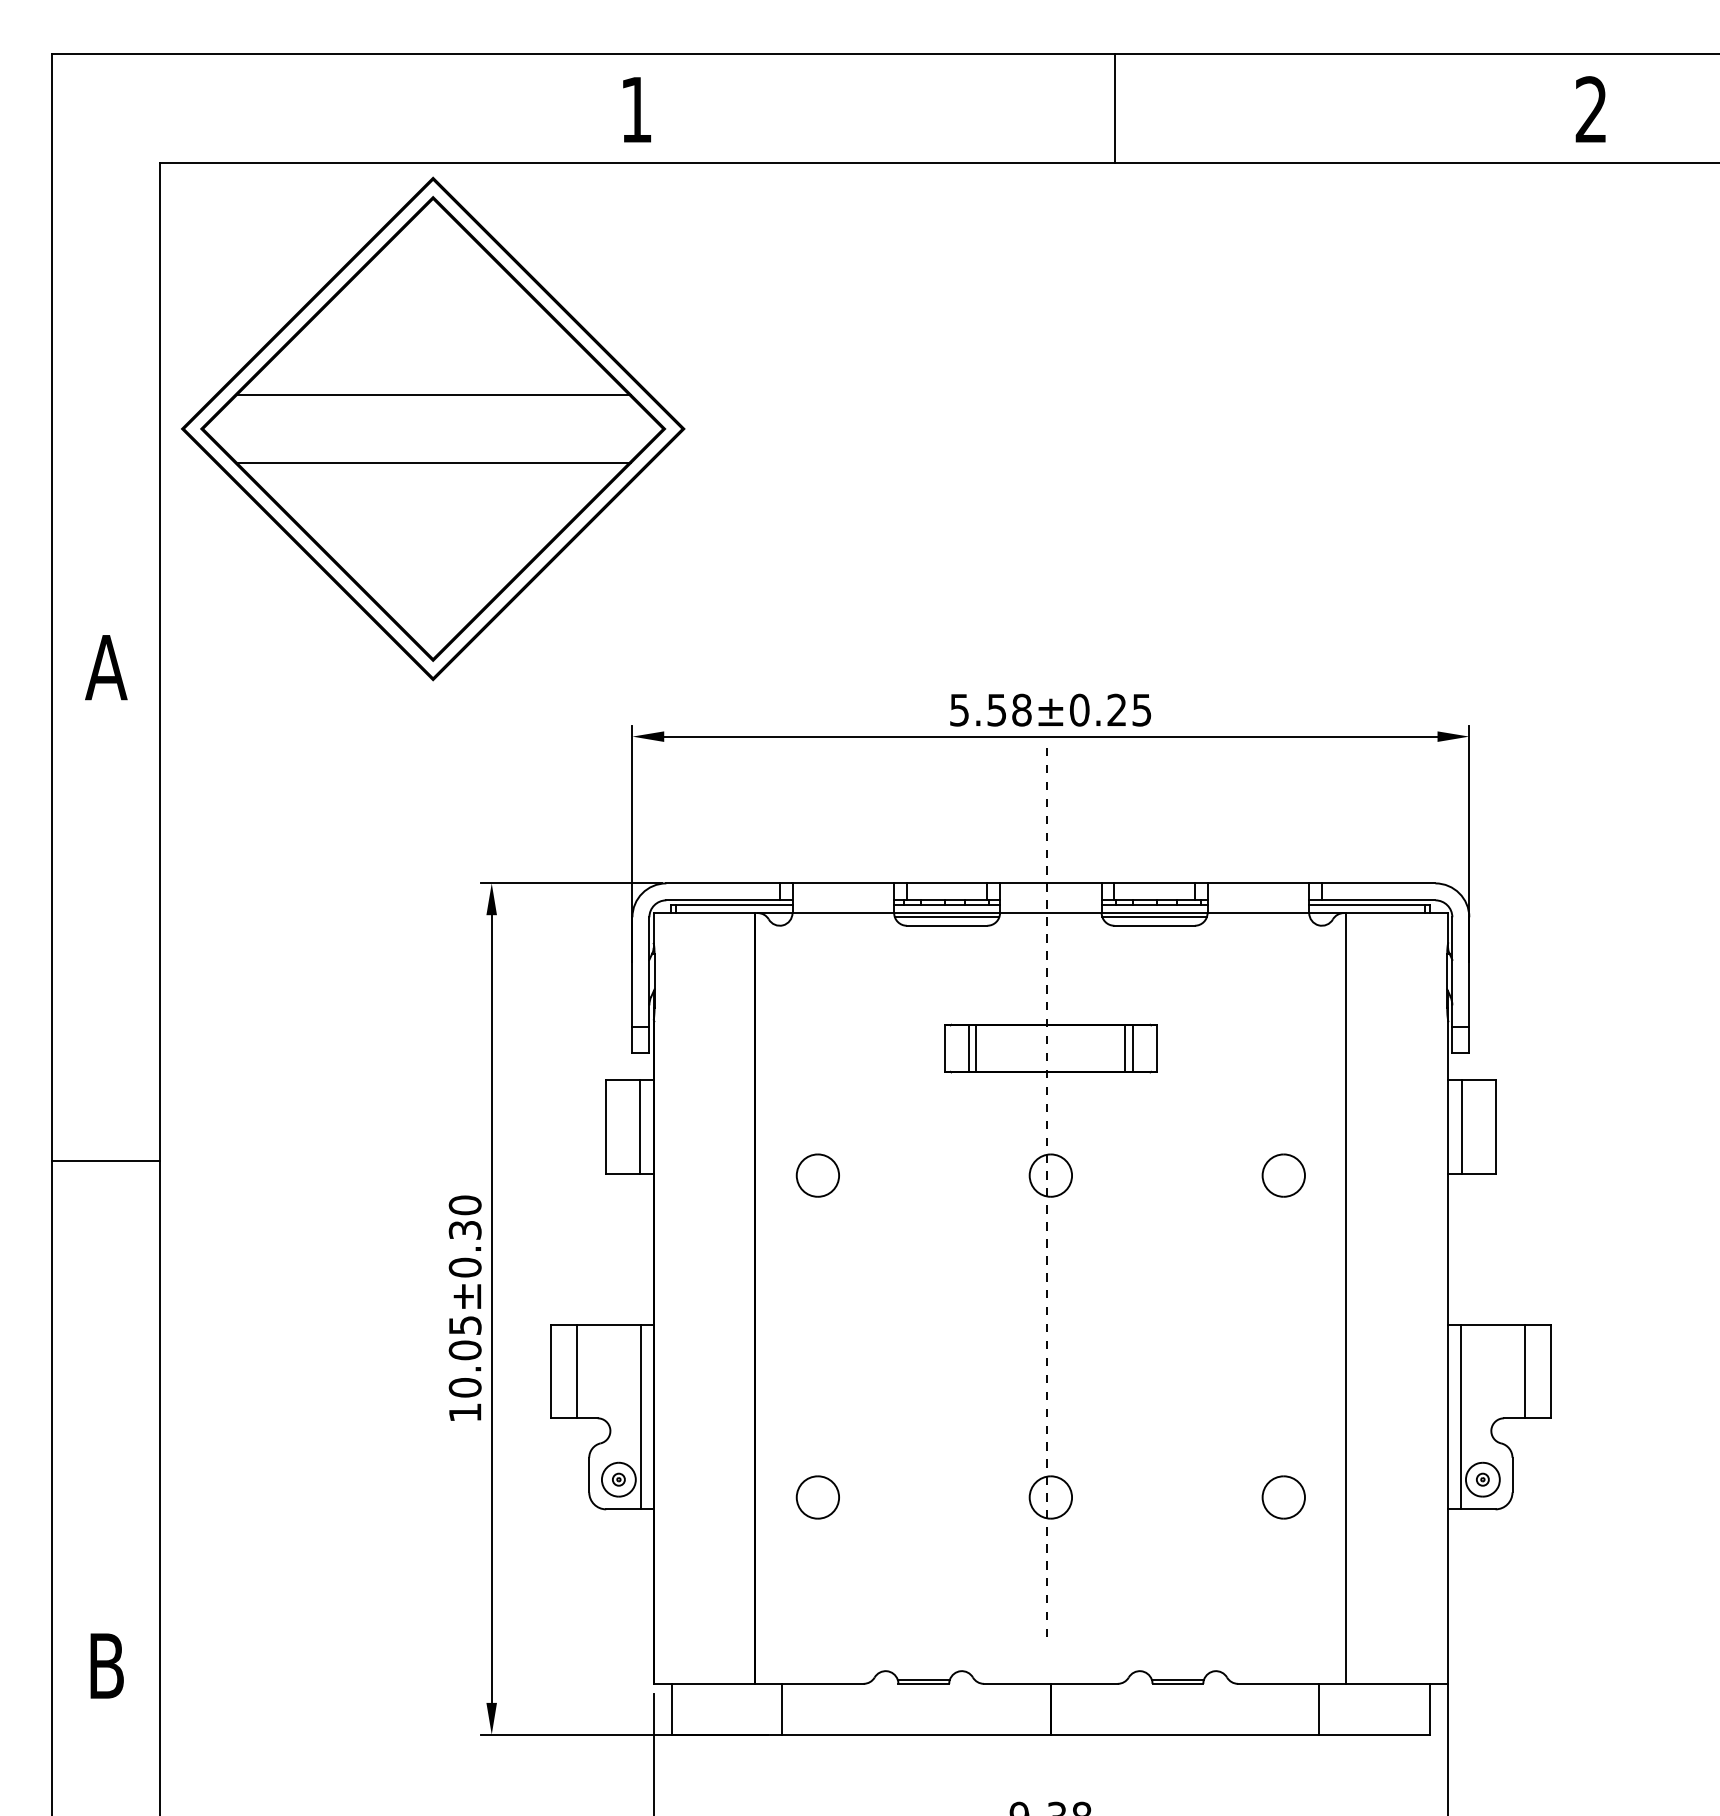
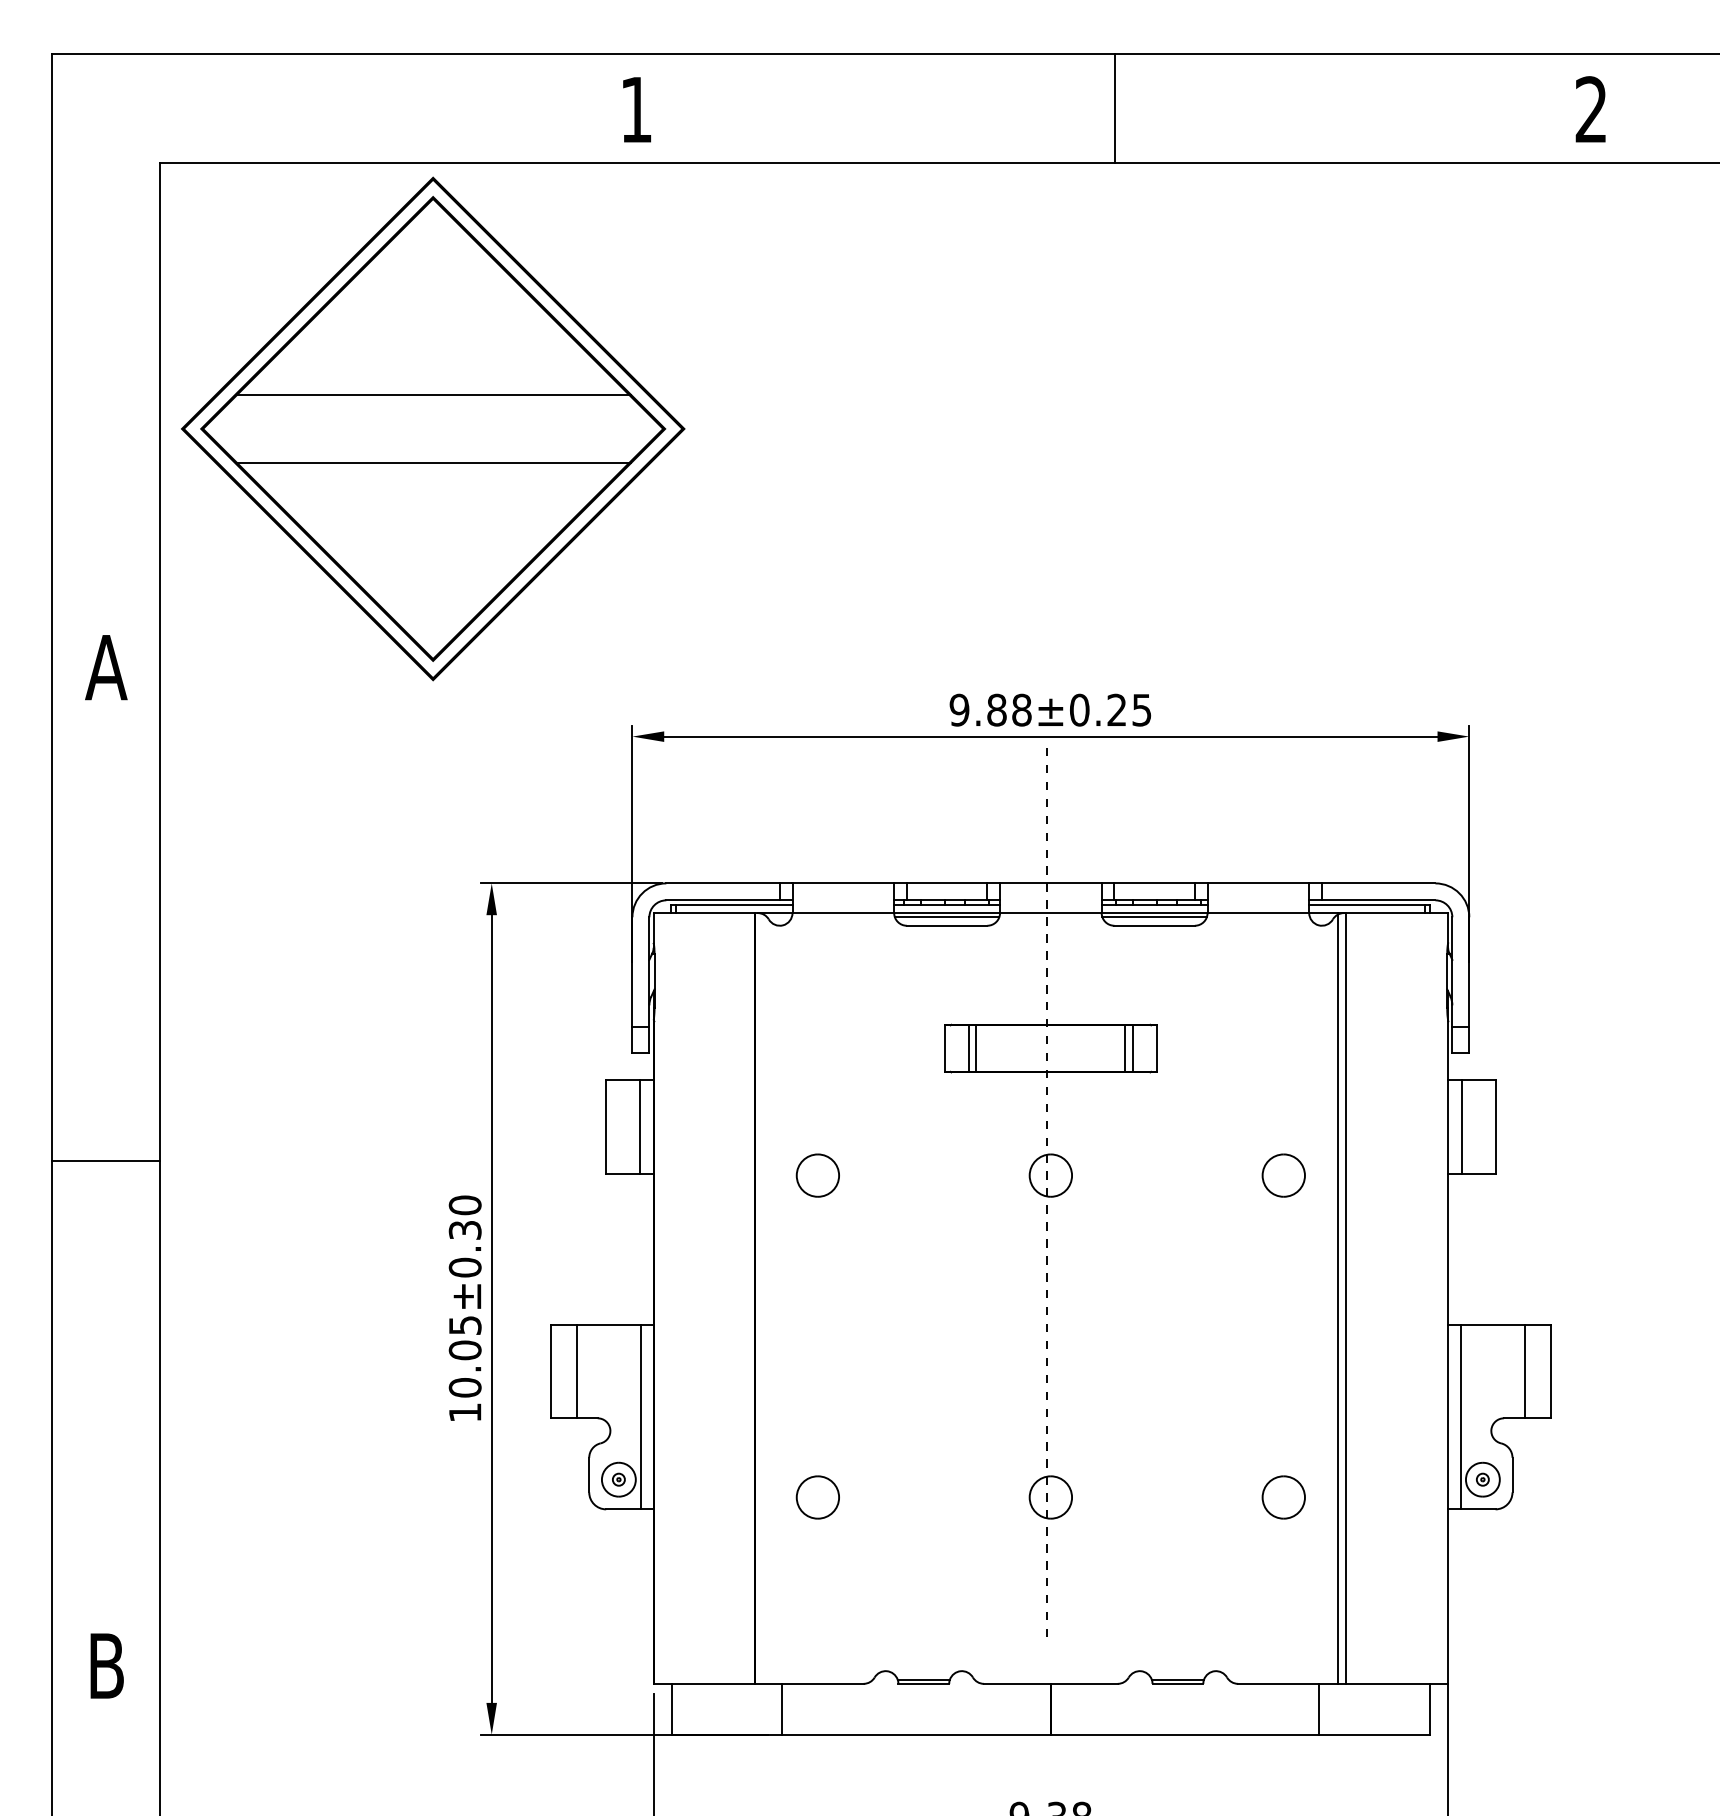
text at (977, 709): 5.58±0.25 -> 9.88±0.25
line at (1338, 1298): none -> present
